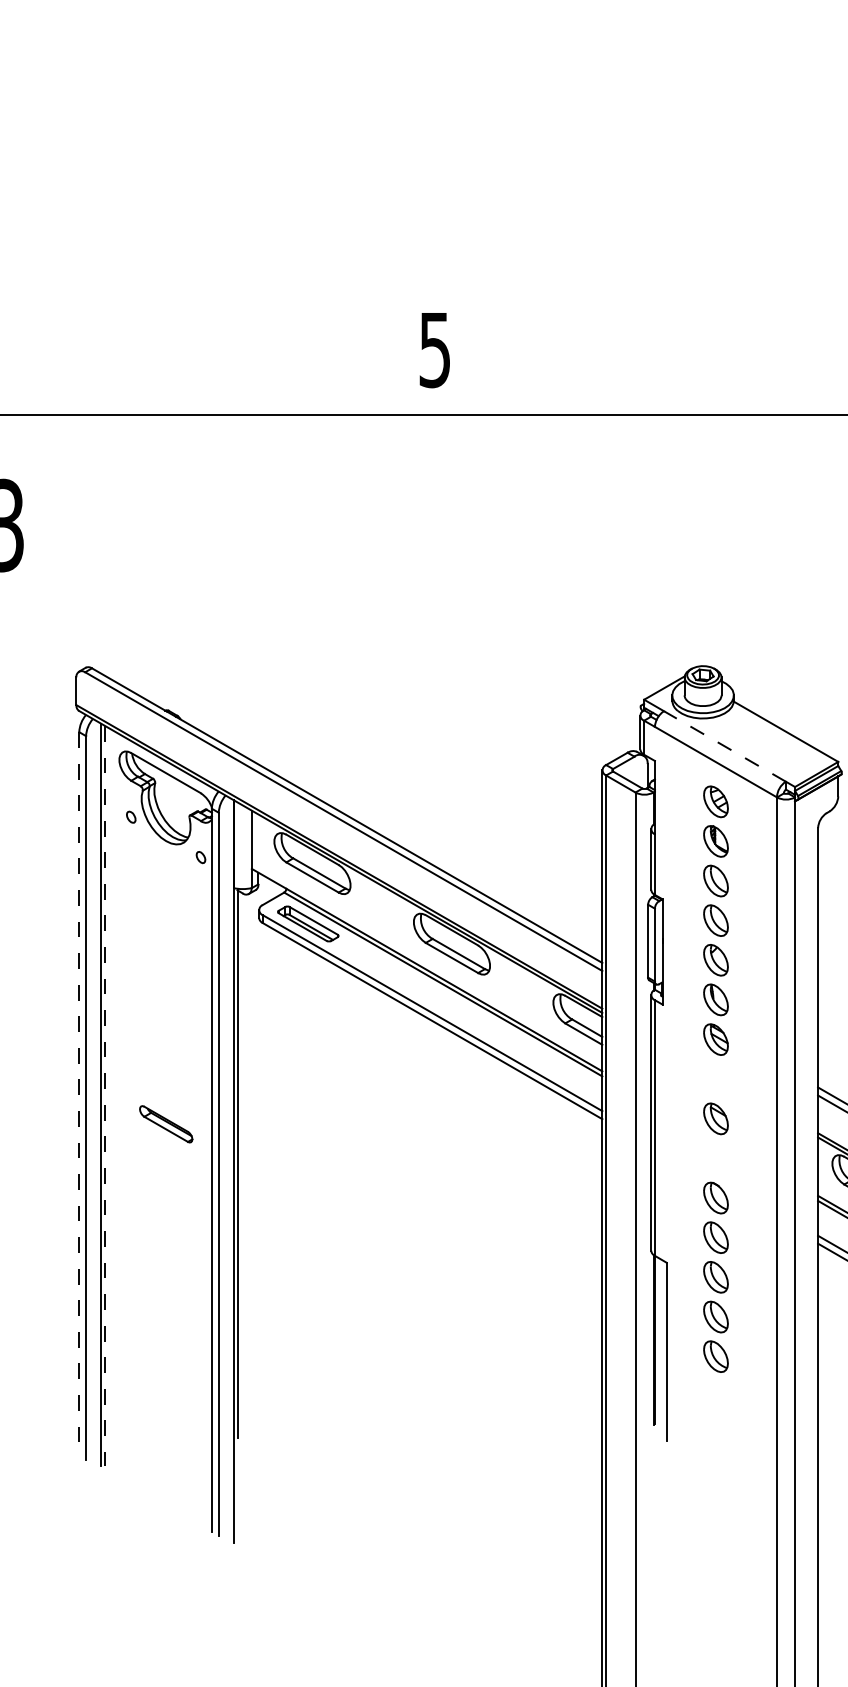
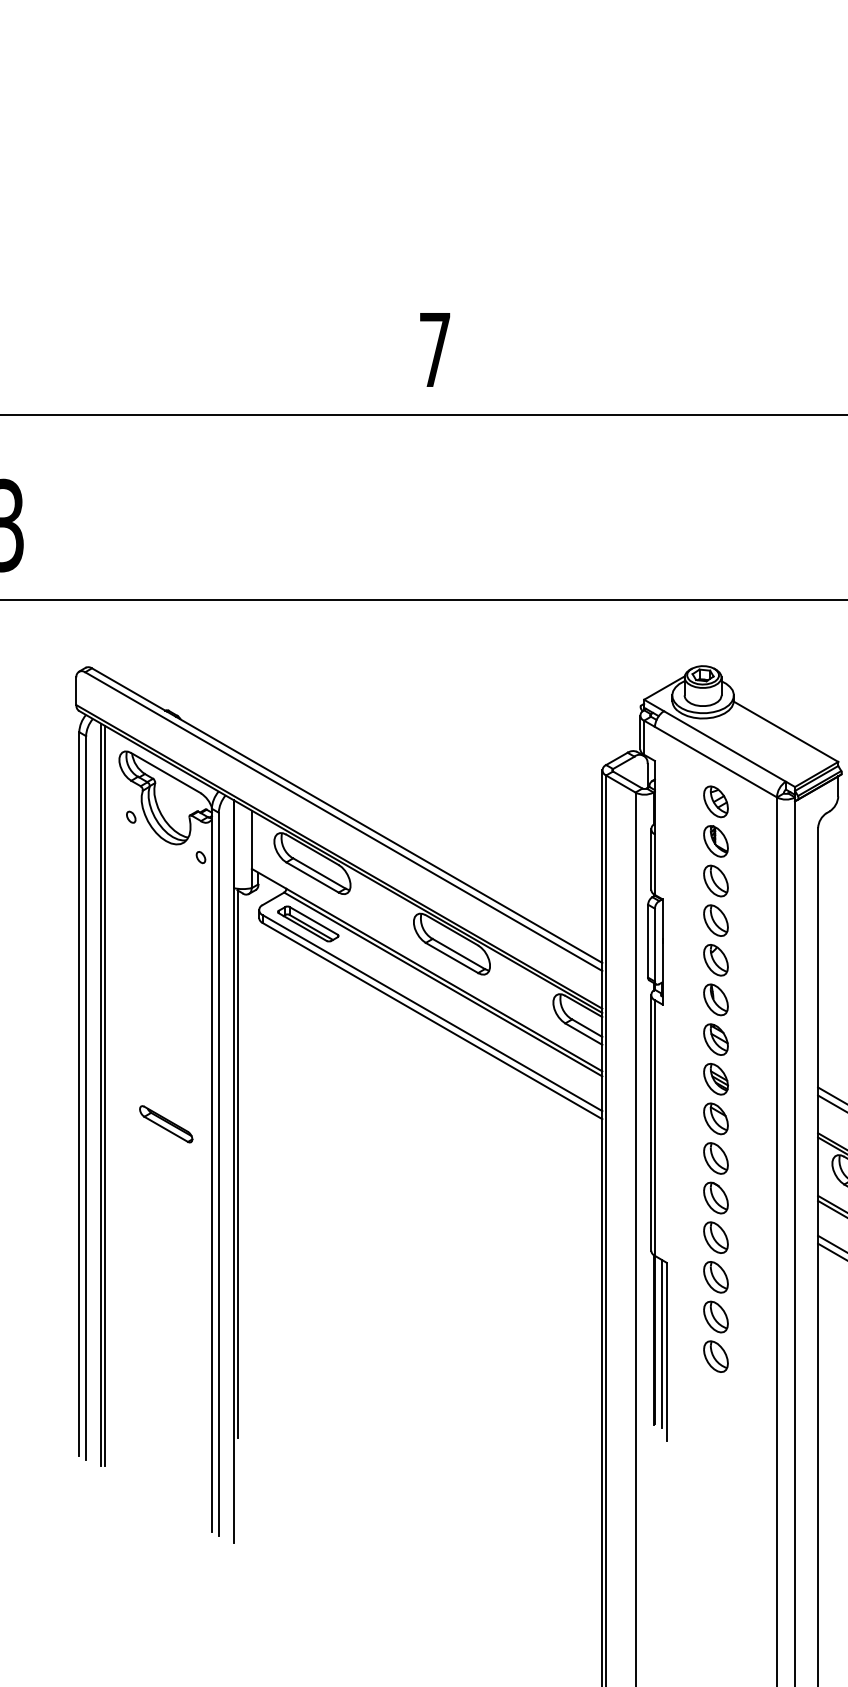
text at (434, 350): 5 -> 7
line at (423, 600): none -> present
line at (724, 746): dashed -> solid
part at (715, 1079): none -> present
line at (79, 1093): dashed -> solid
line at (105, 1096): dashed -> solid
part at (715, 1158): none -> present
line at (661, 1343): none -> present
